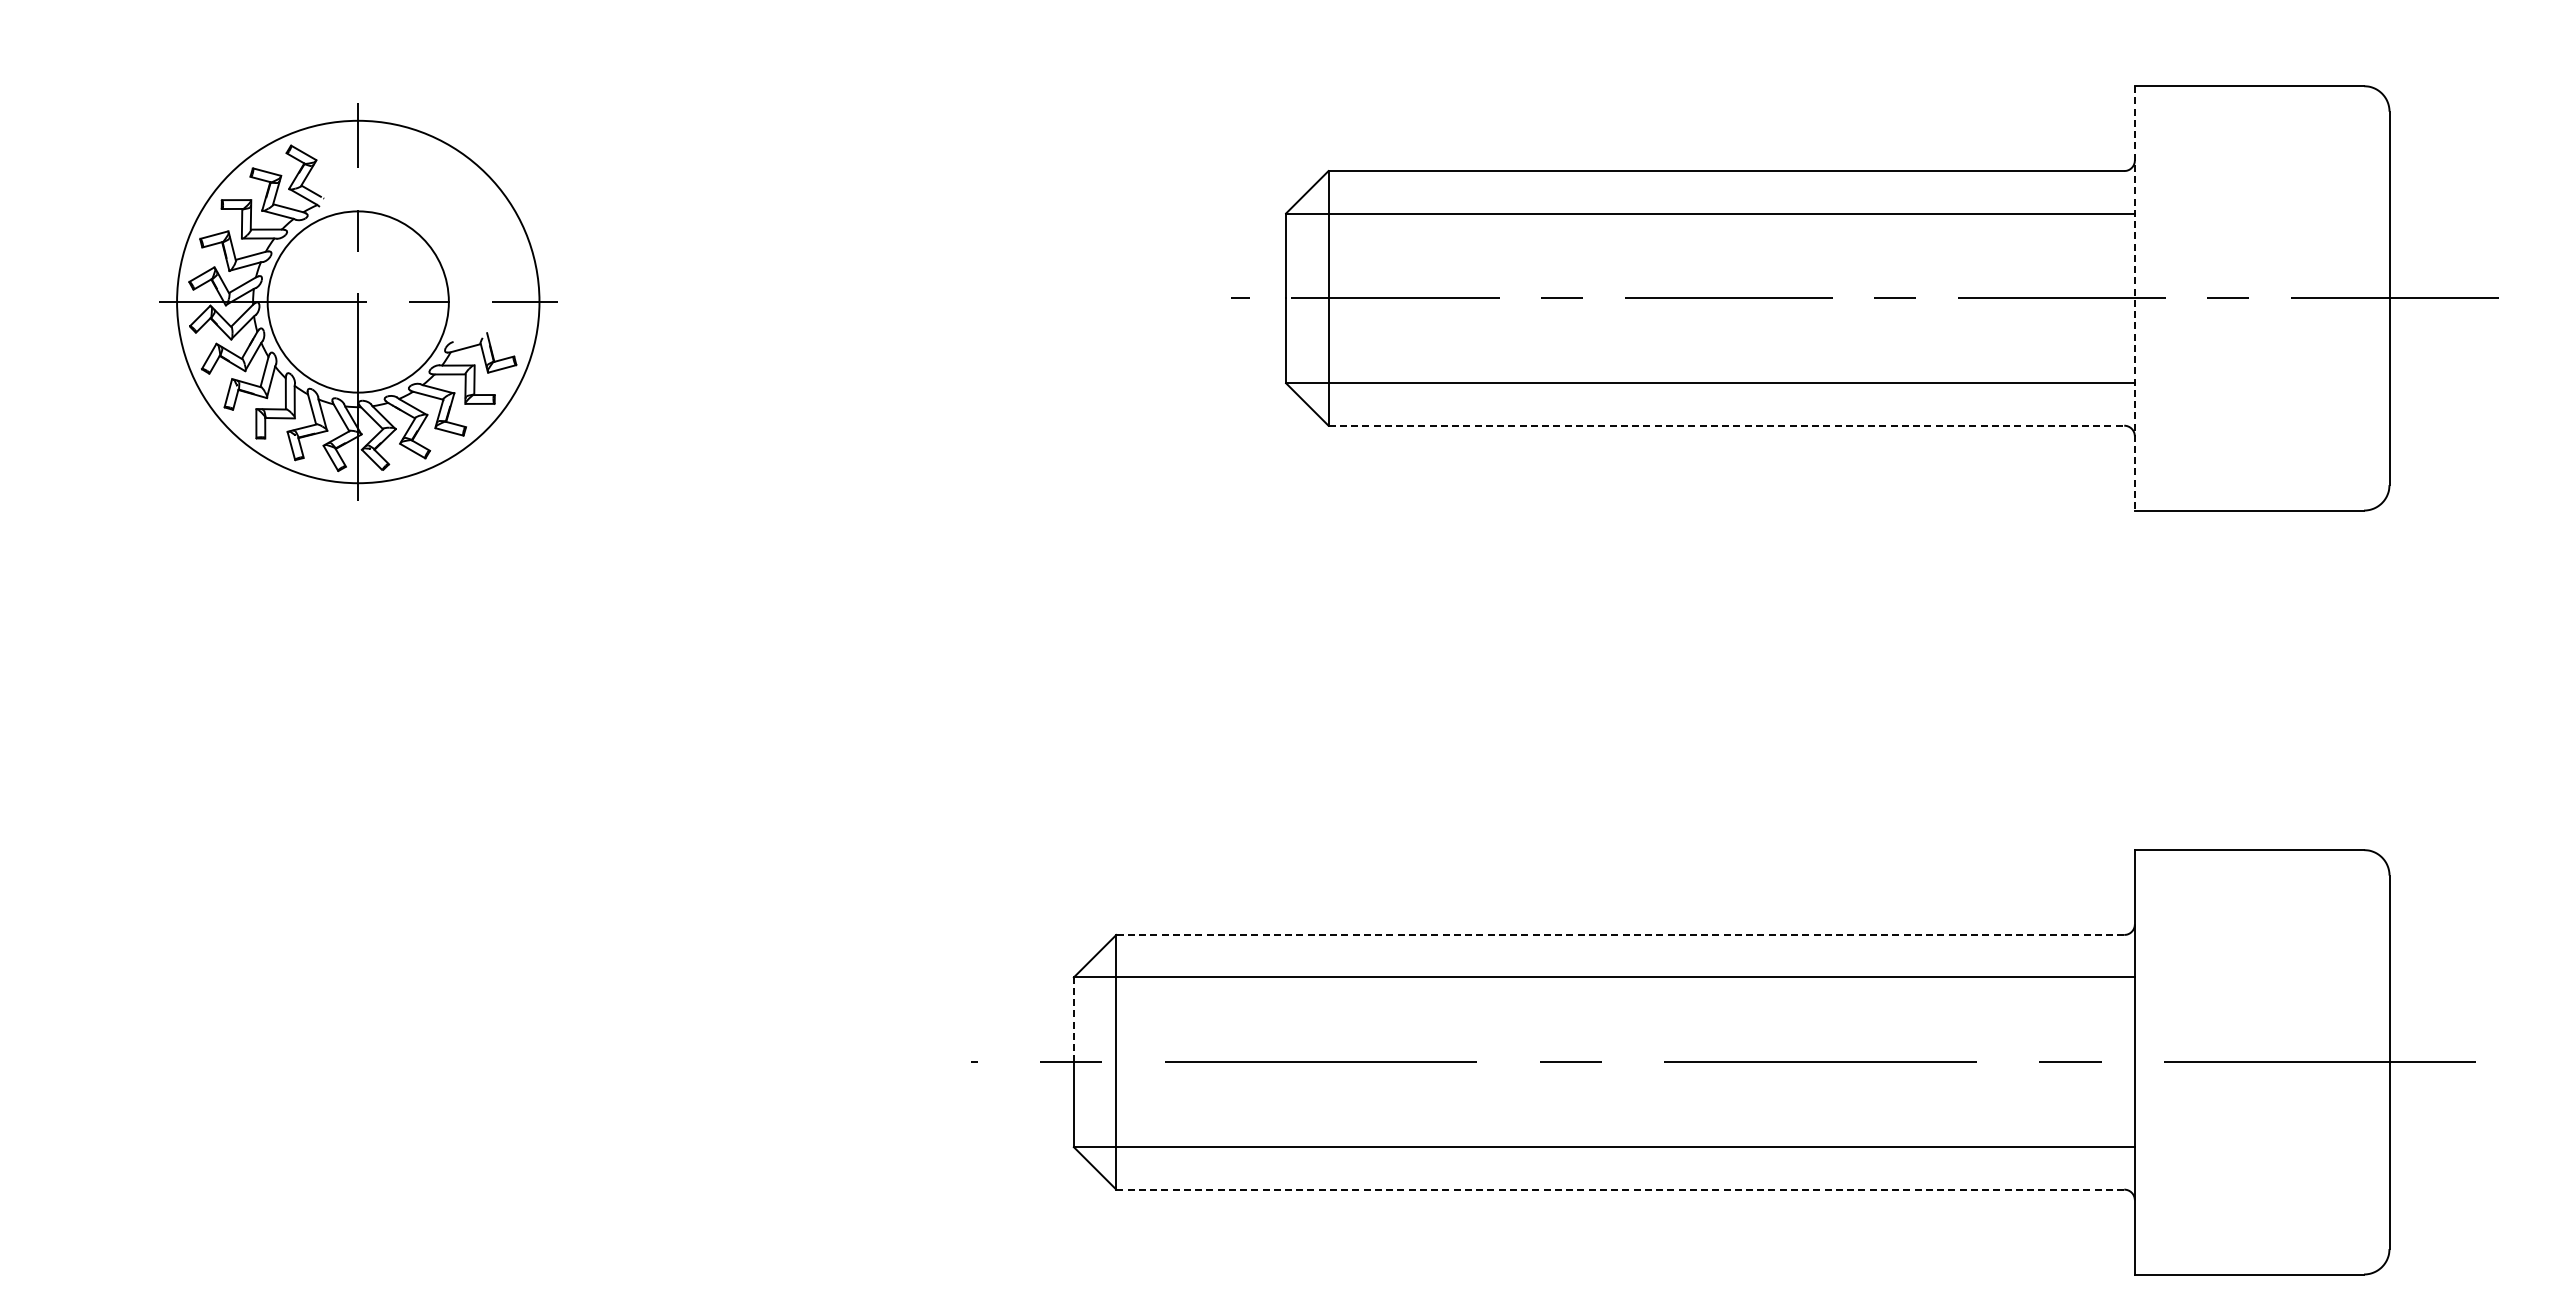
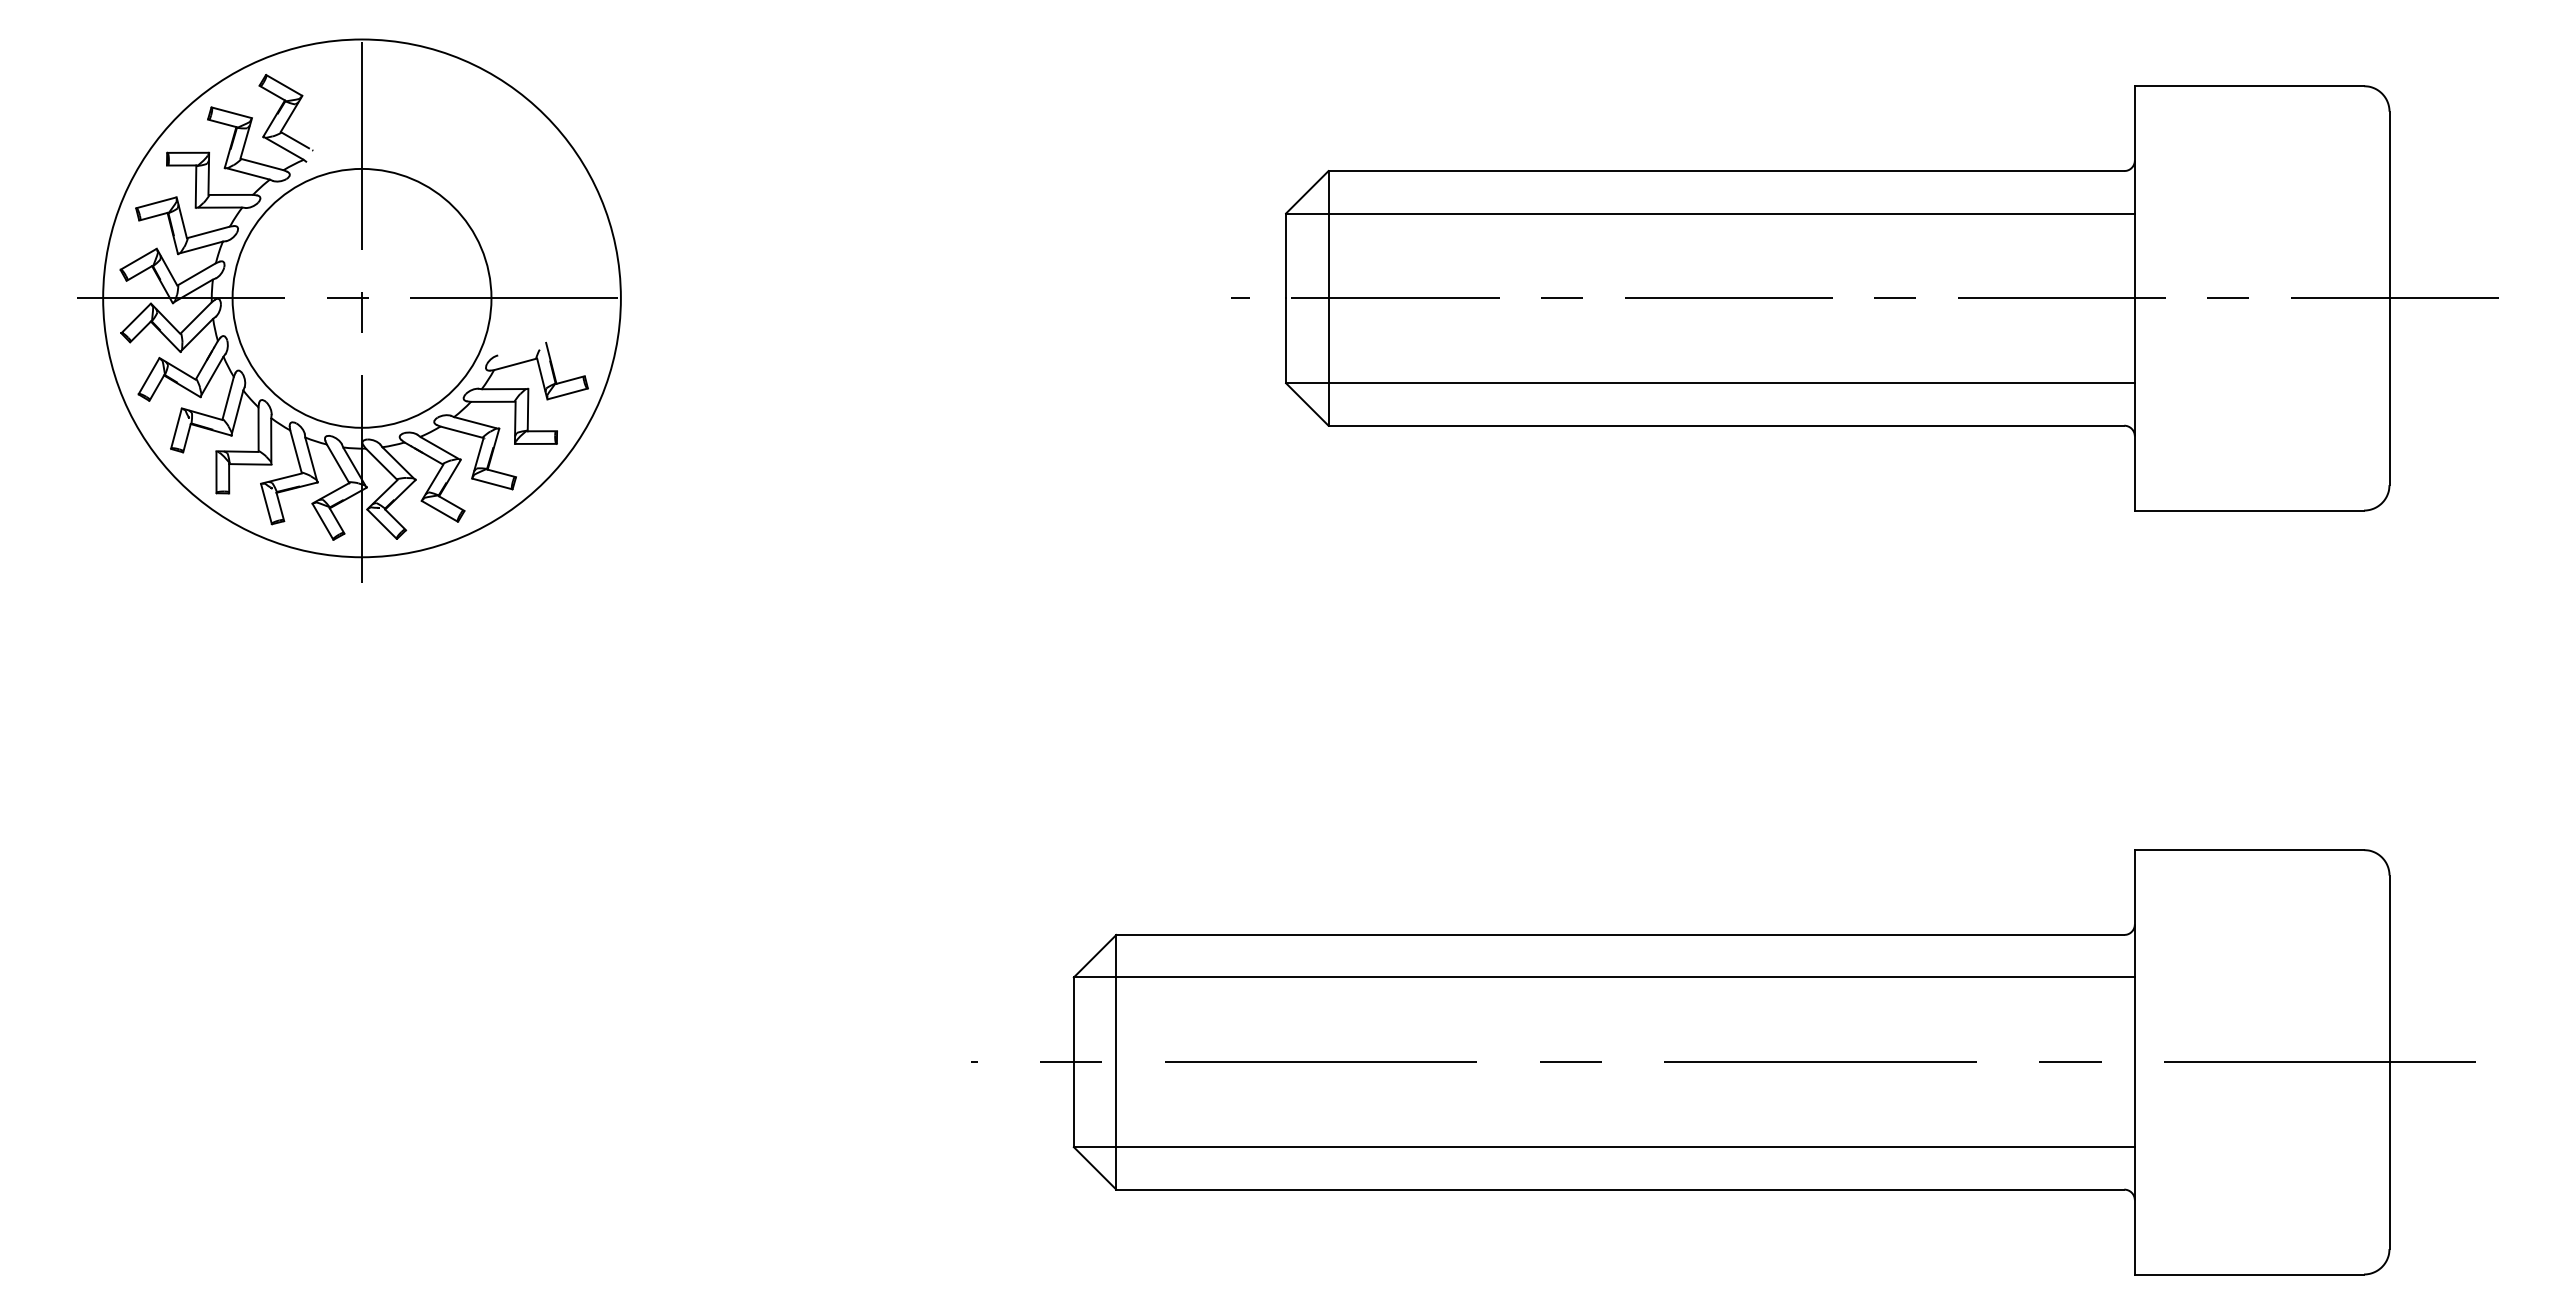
line at (2134, 298): dashed -> solid
part at (352, 306) size: 388x388 px -> 545x545 px
line at (1726, 425): dashed -> solid
line at (1620, 934): dashed -> solid
line at (1073, 1019): dashed -> solid
line at (1620, 1189): dashed -> solid
